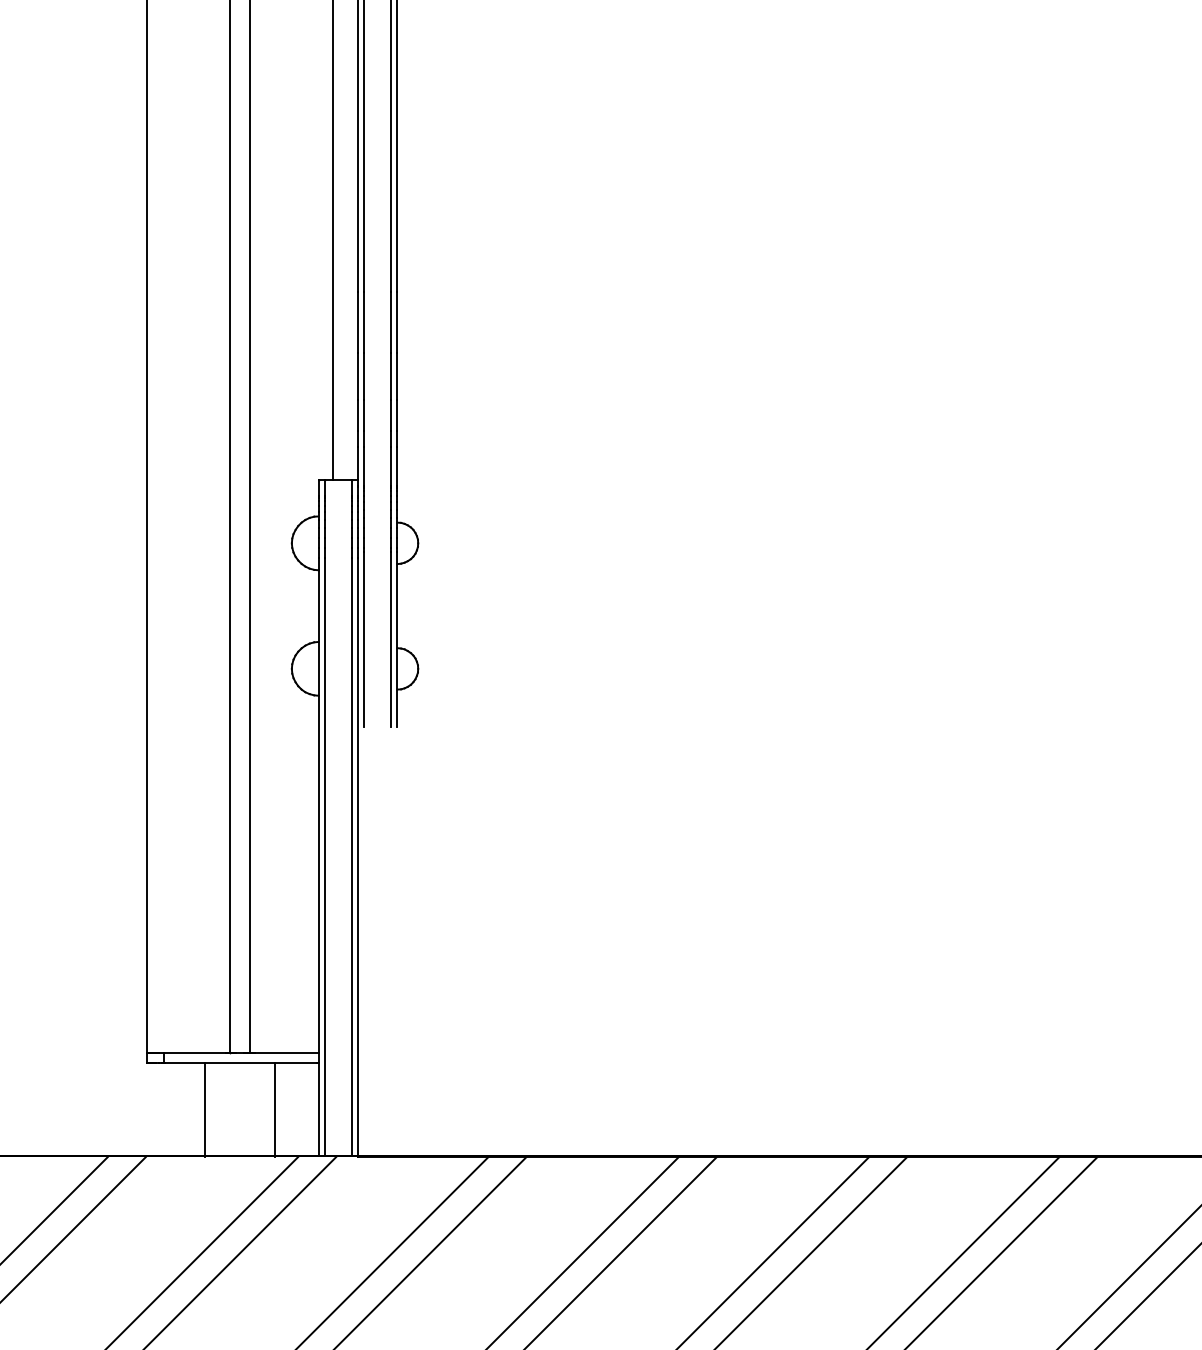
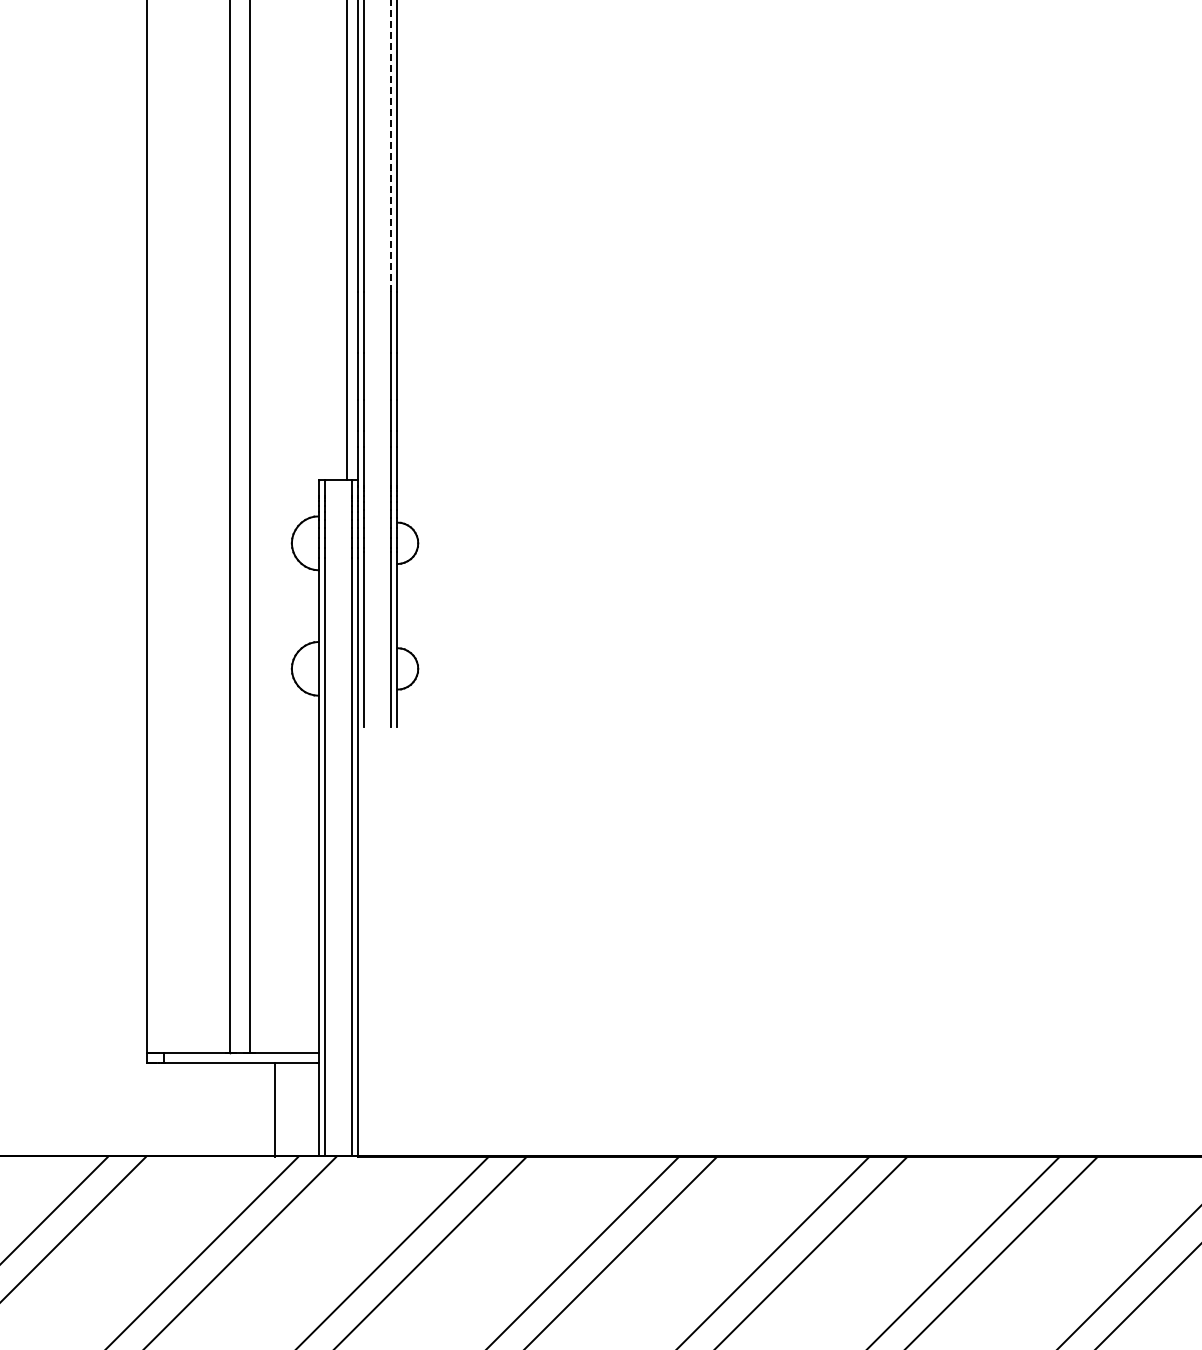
line at (391, 146): solid -> dashed
line at (333, 241) position: (333, 241) -> (347, 241)
line at (204, 1109): present -> none
